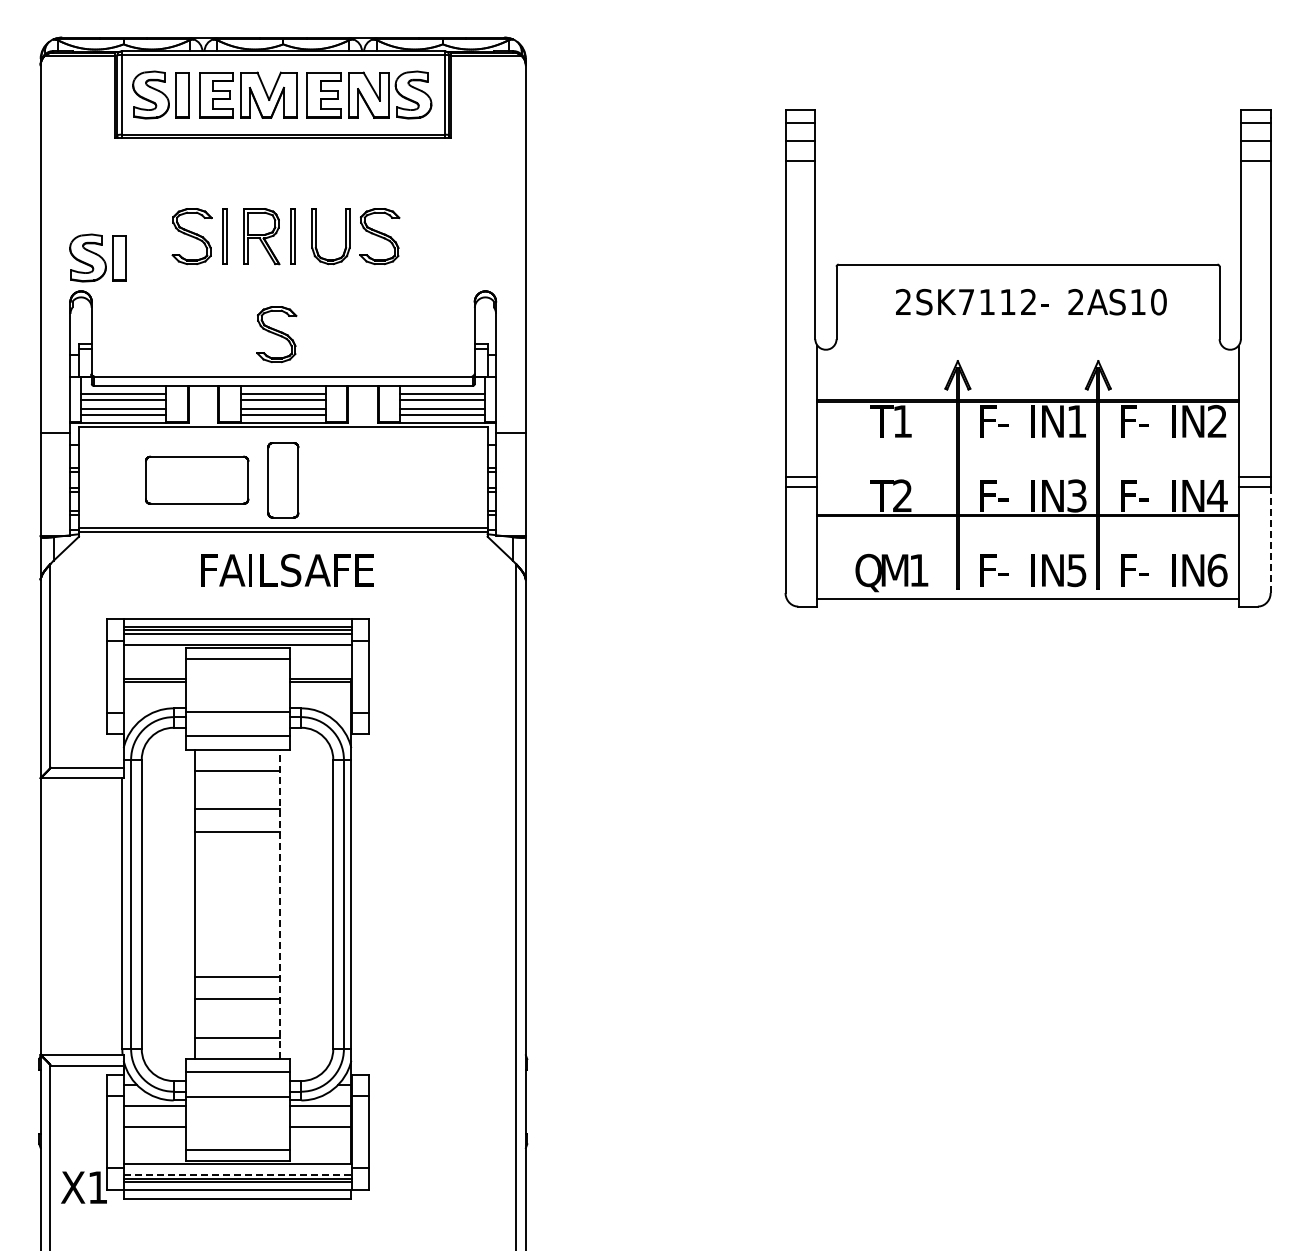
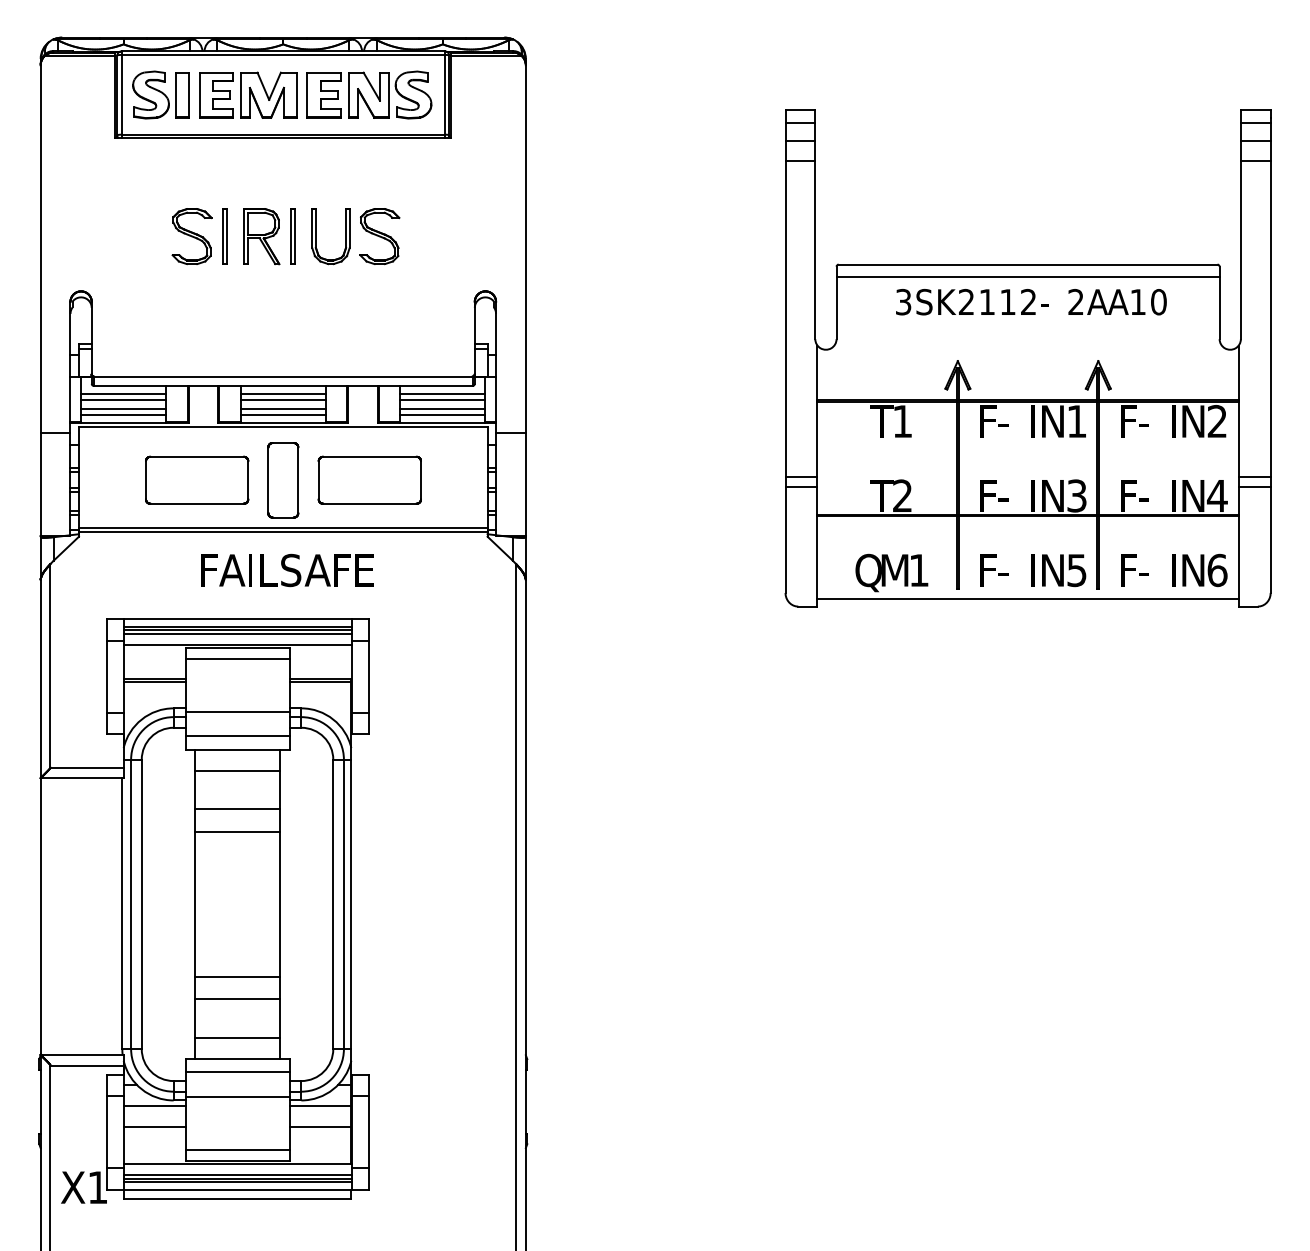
part at (97, 257): present -> none
line at (1027, 277): none -> present
text at (966, 301): 7 -> 2
text at (1118, 301): S -> A
text at (903, 302): 2 -> 3
part at (276, 334): present -> none
part at (369, 479): none -> present
line at (1270, 539): dashed -> solid
line at (280, 903): dashed -> solid
line at (237, 1174): dashed -> solid
